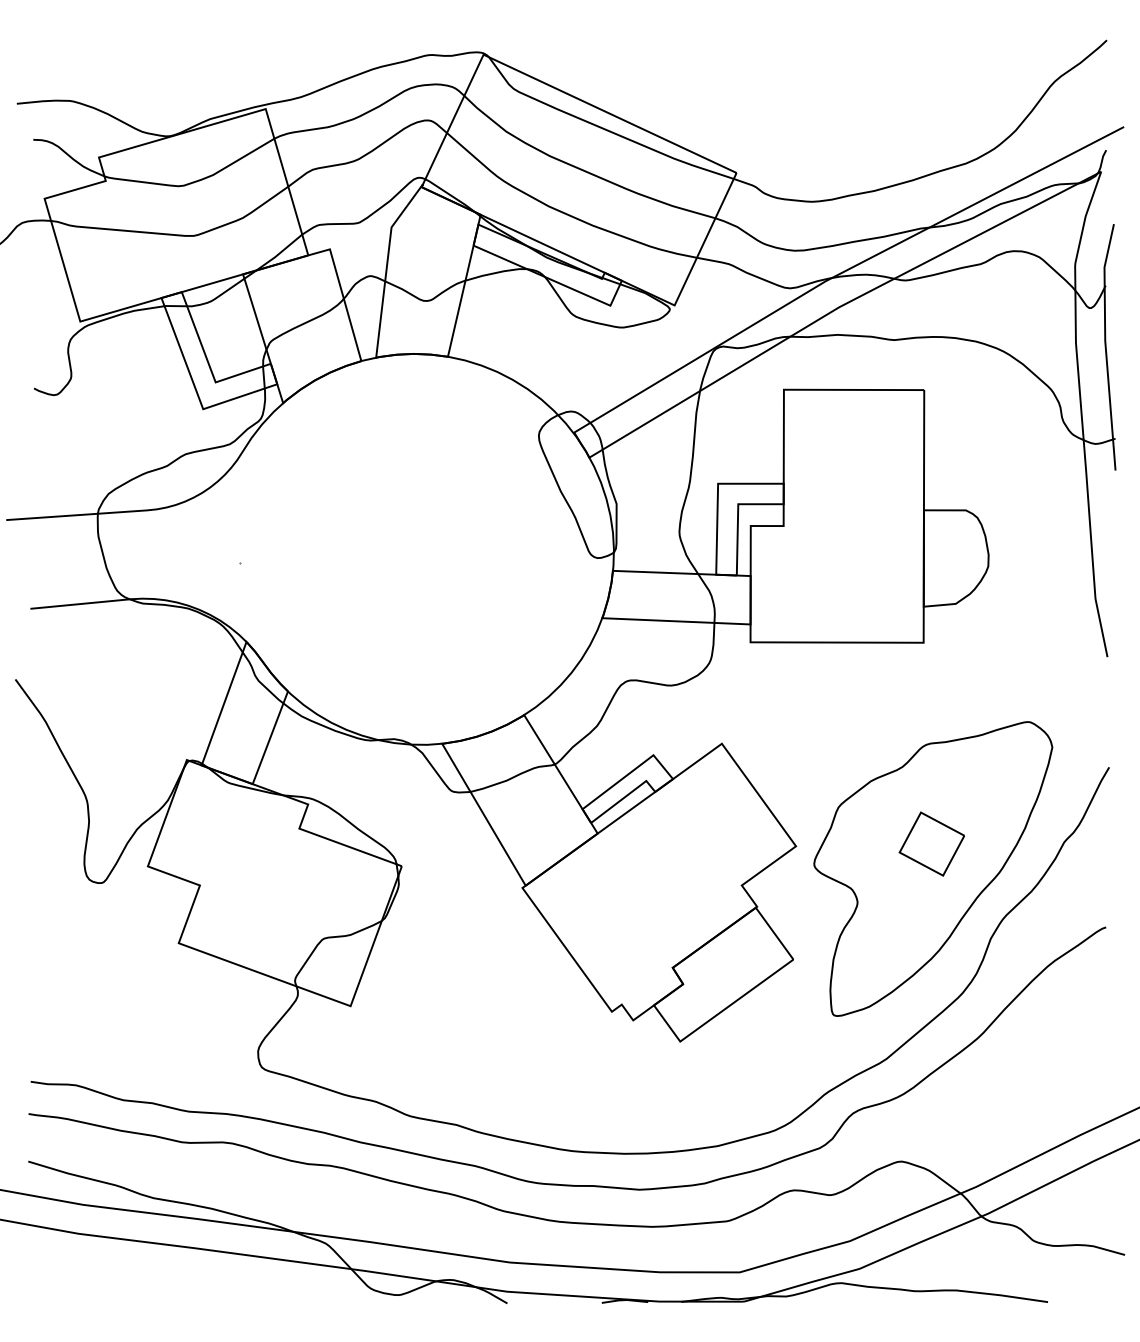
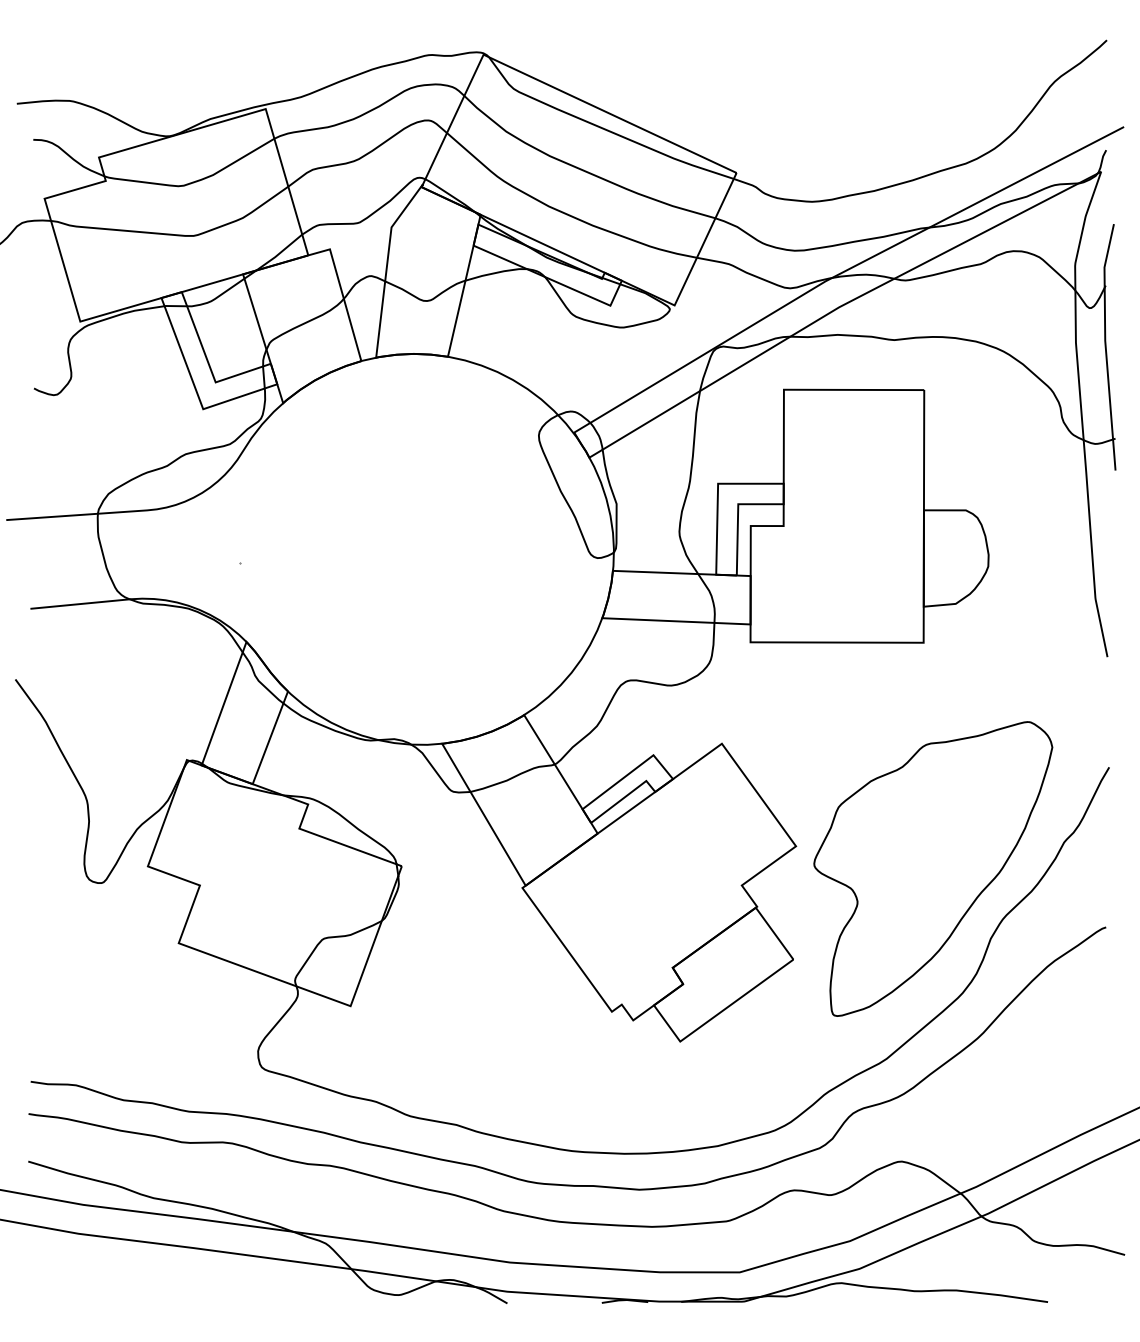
part at (931, 843): present -> none
